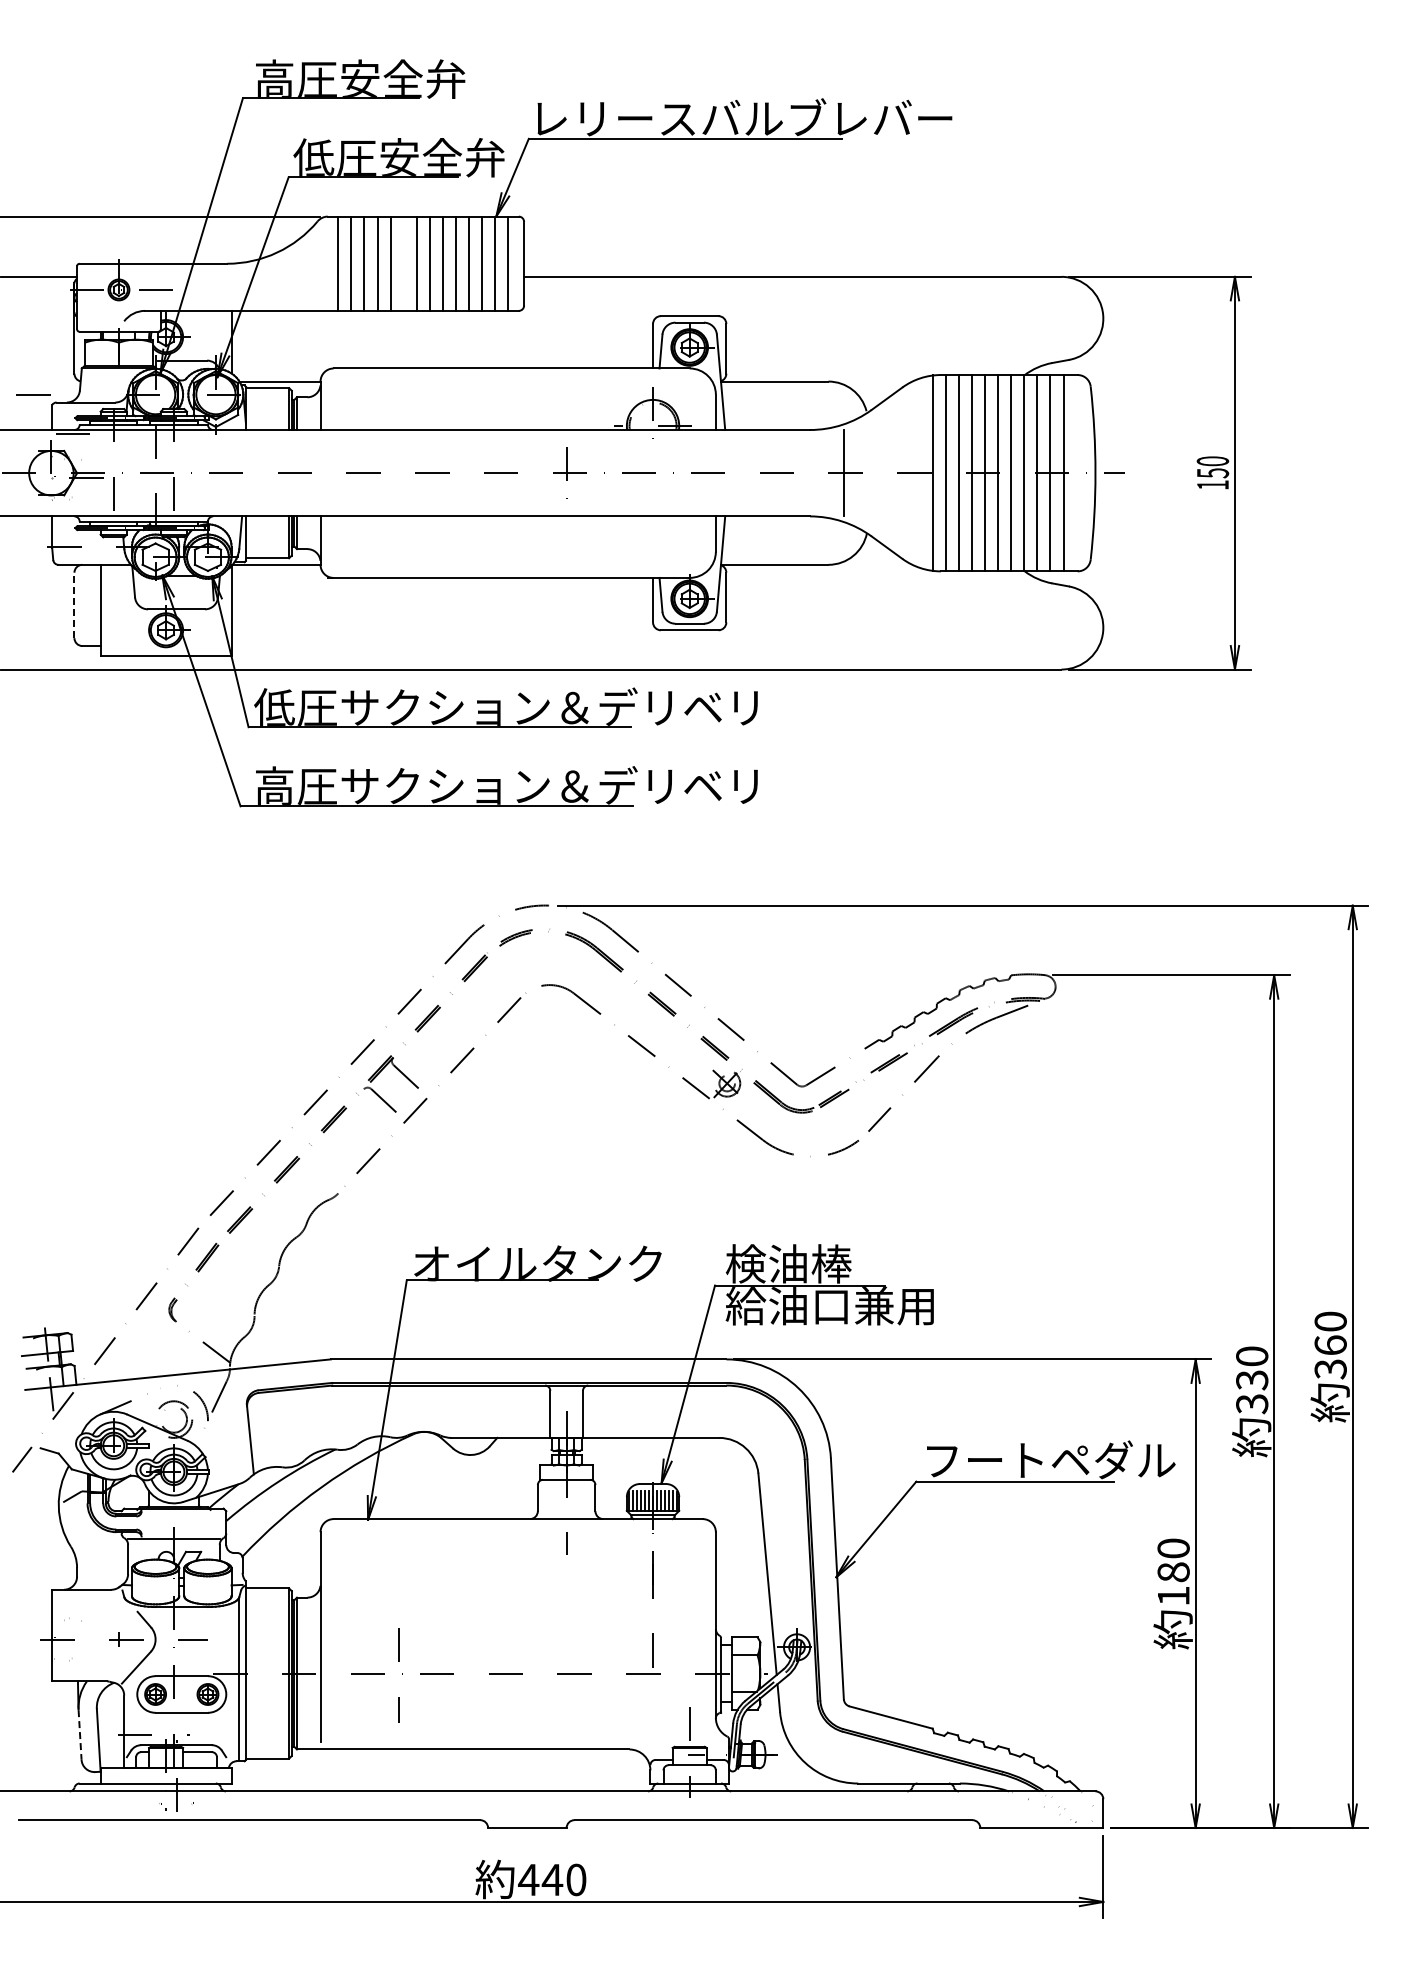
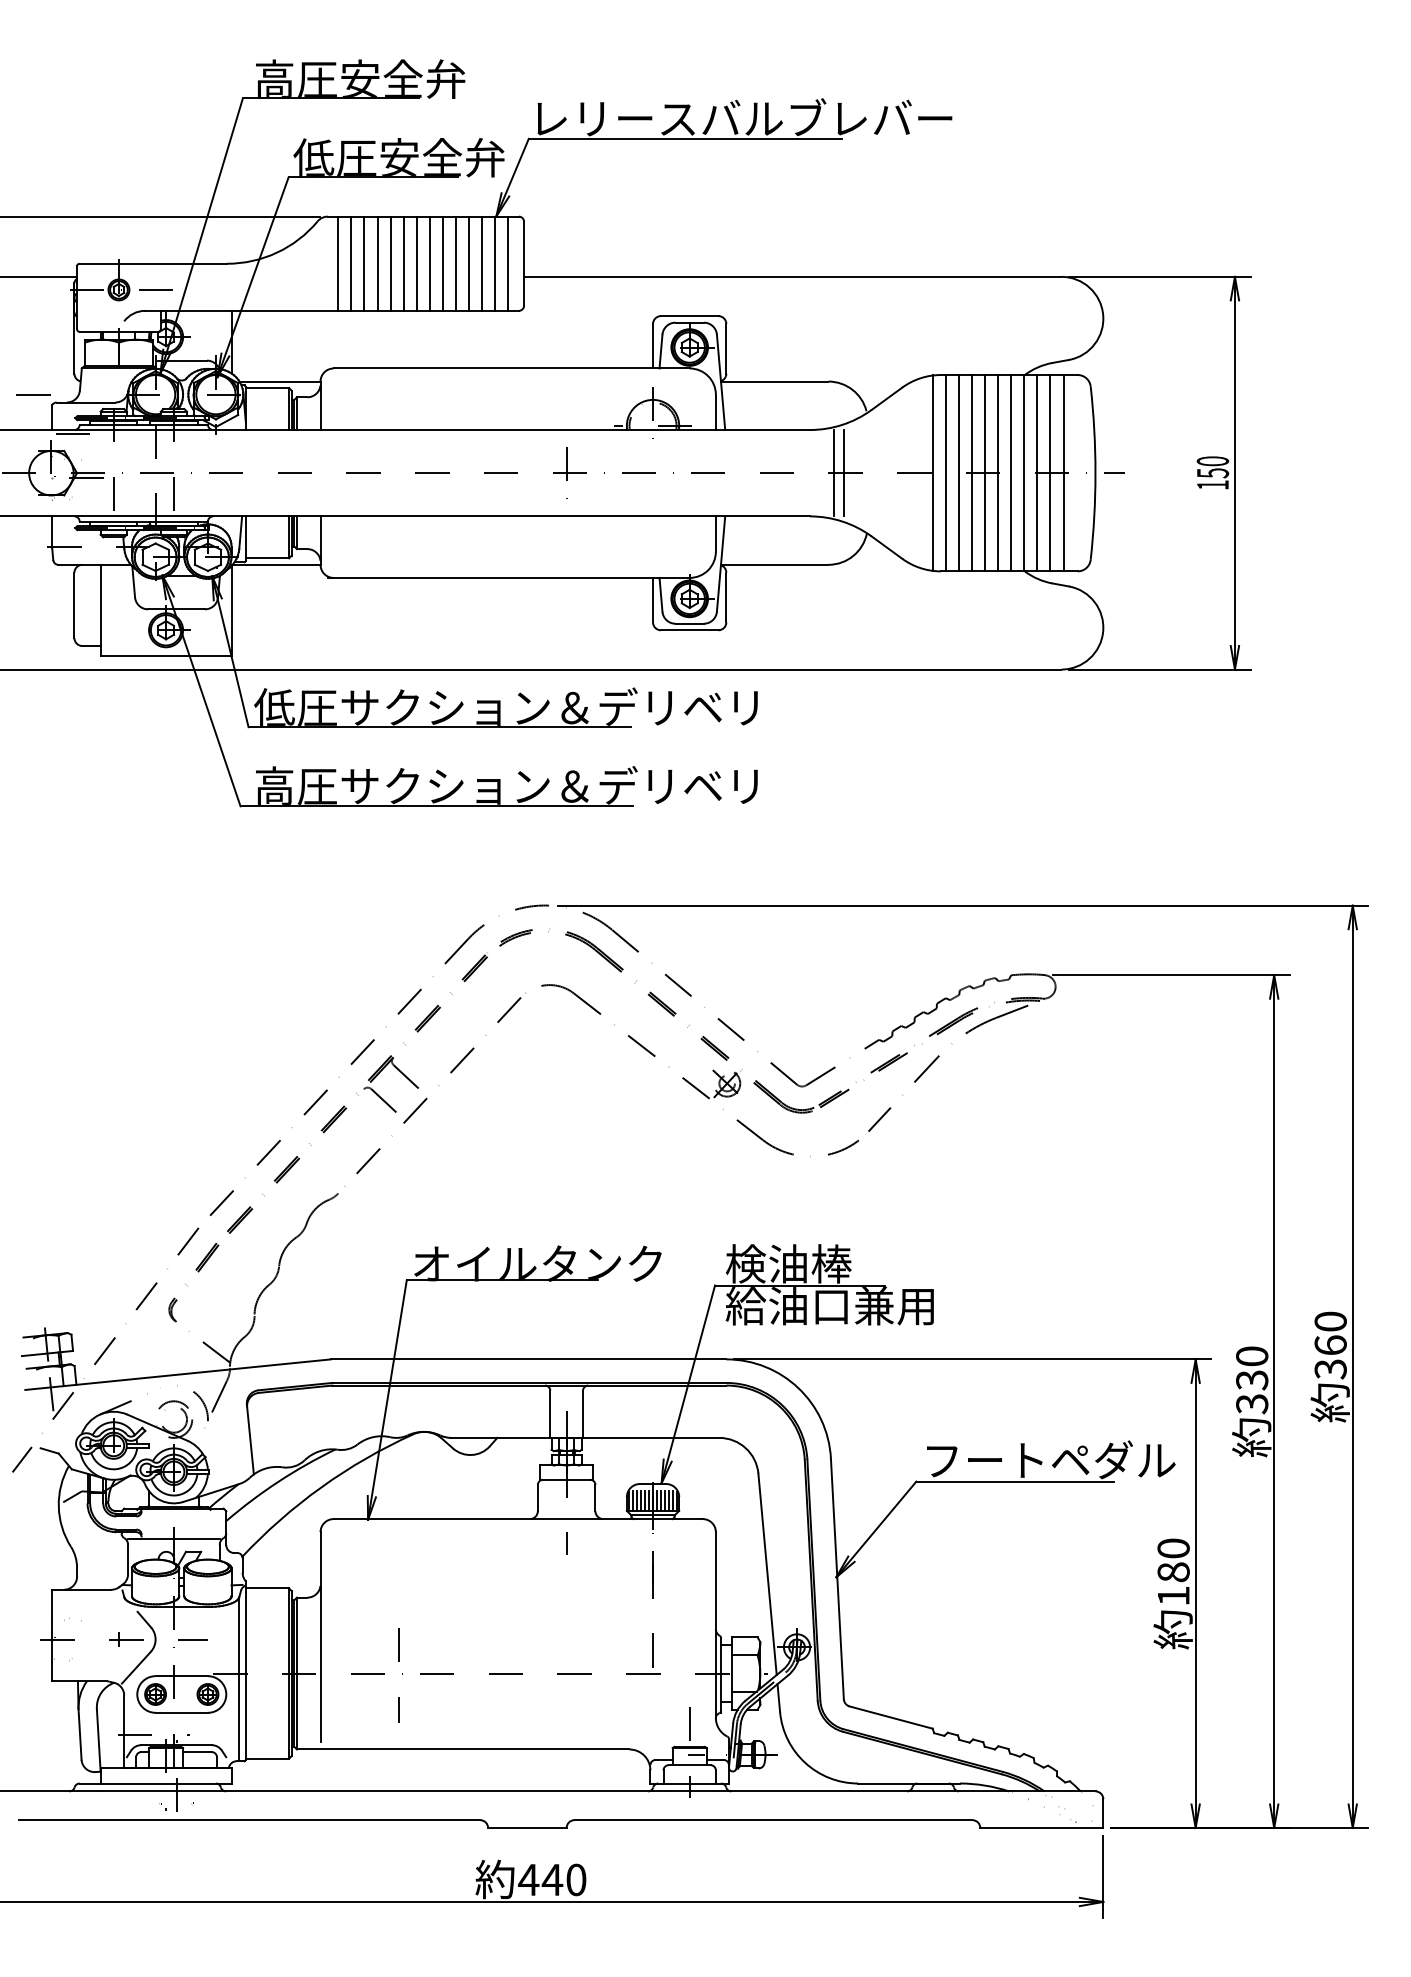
line at (403, 263): none -> present
line at (833, 473): none -> present
line at (74, 605): dashed -> solid
line at (80, 1734): dashed -> solid
